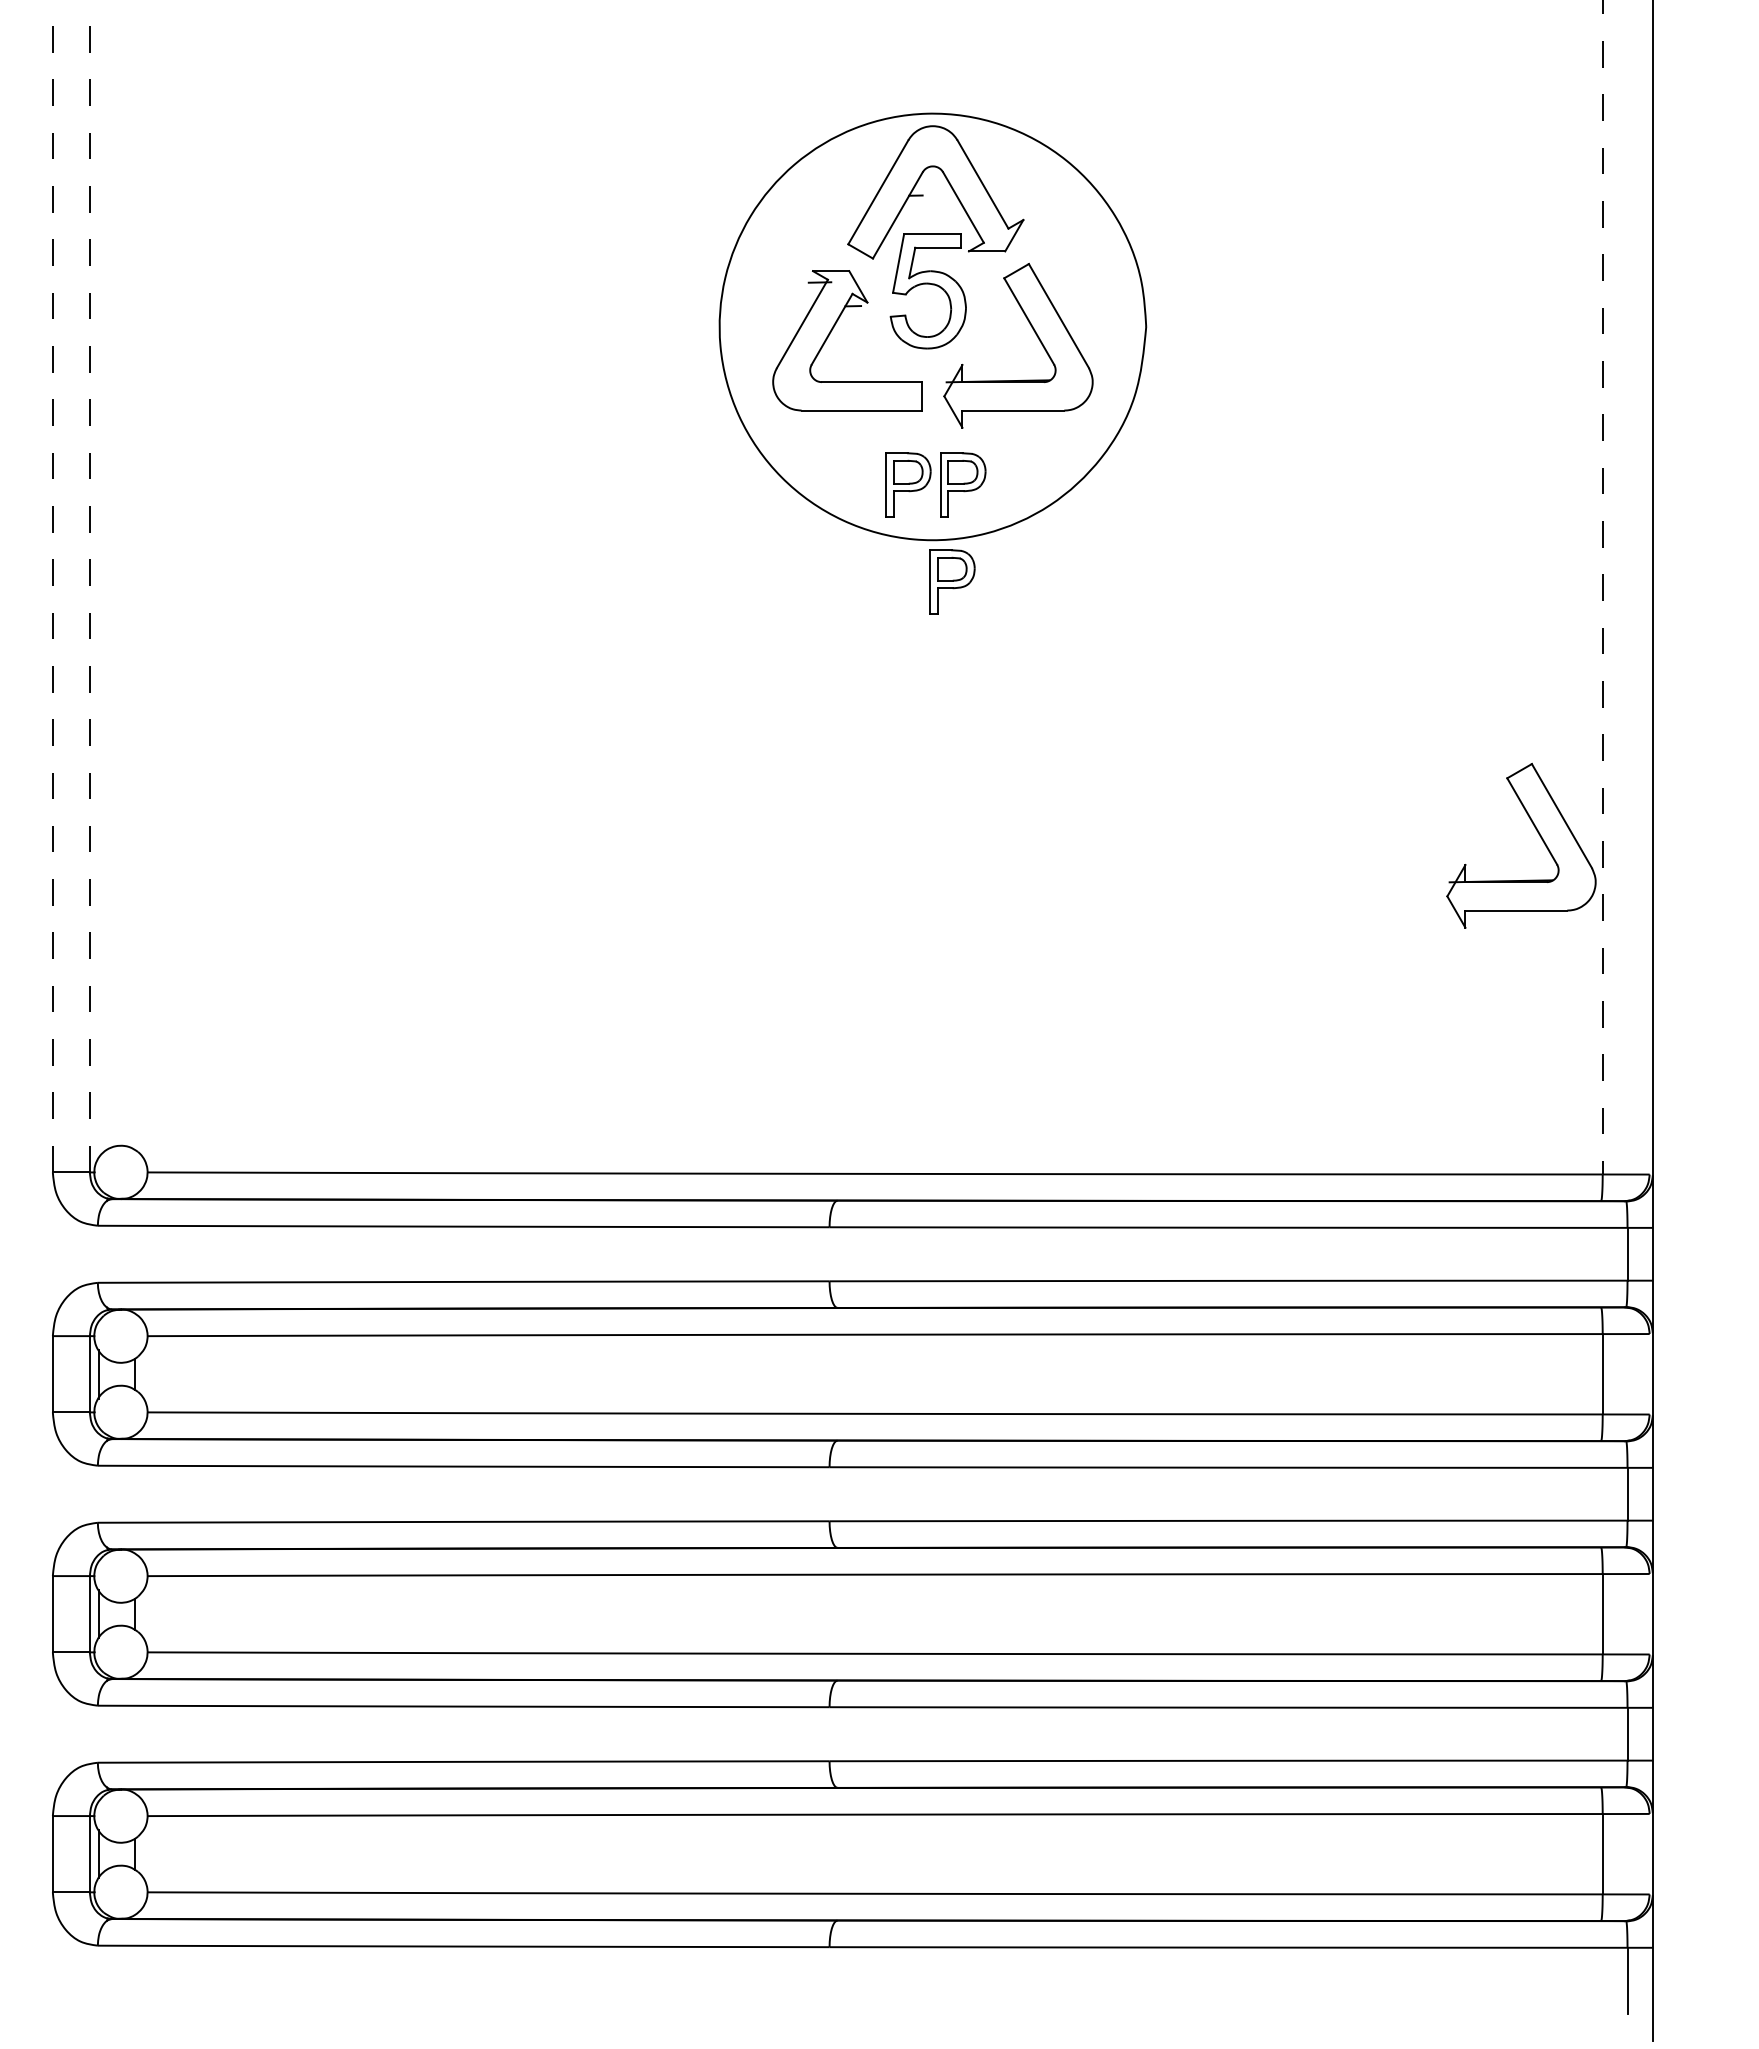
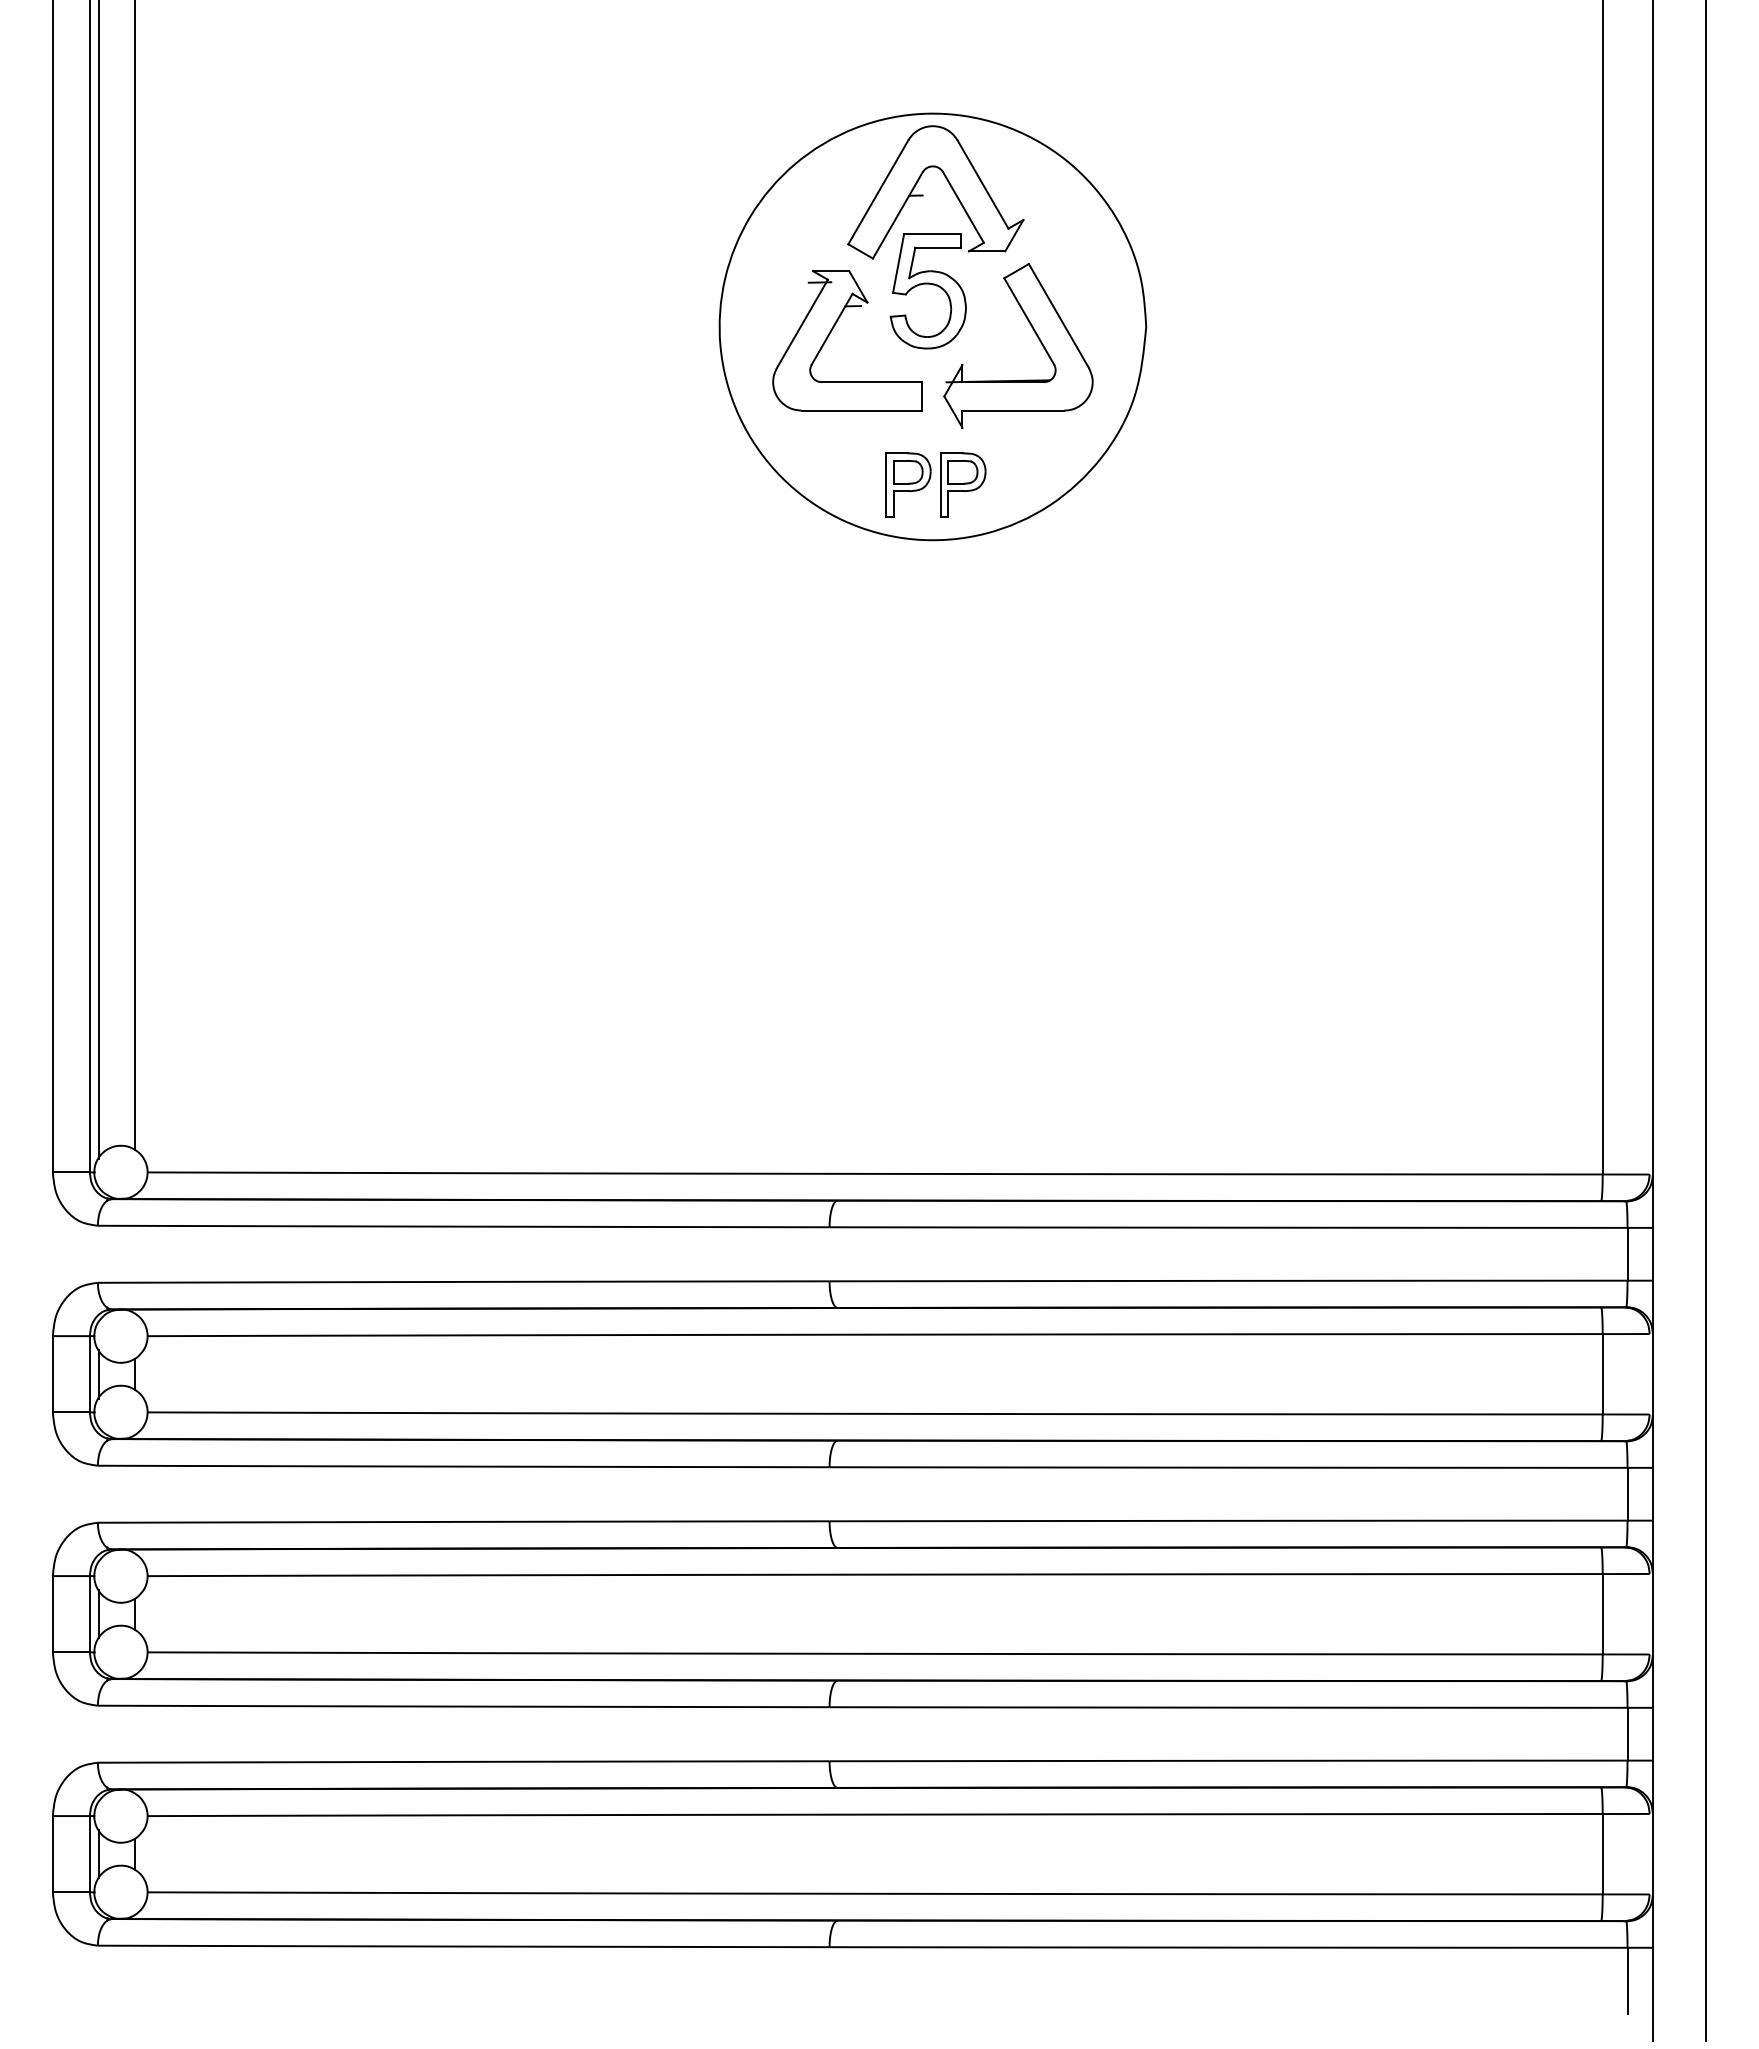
line at (135, 576): none -> present
line at (98, 580): none -> present
part at (952, 581): present -> none
line at (52, 586): dashed -> solid
line at (89, 586): dashed -> solid
line at (1602, 587): dashed -> solid
part at (1539, 836): present -> none
line at (1706, 1021): none -> present
